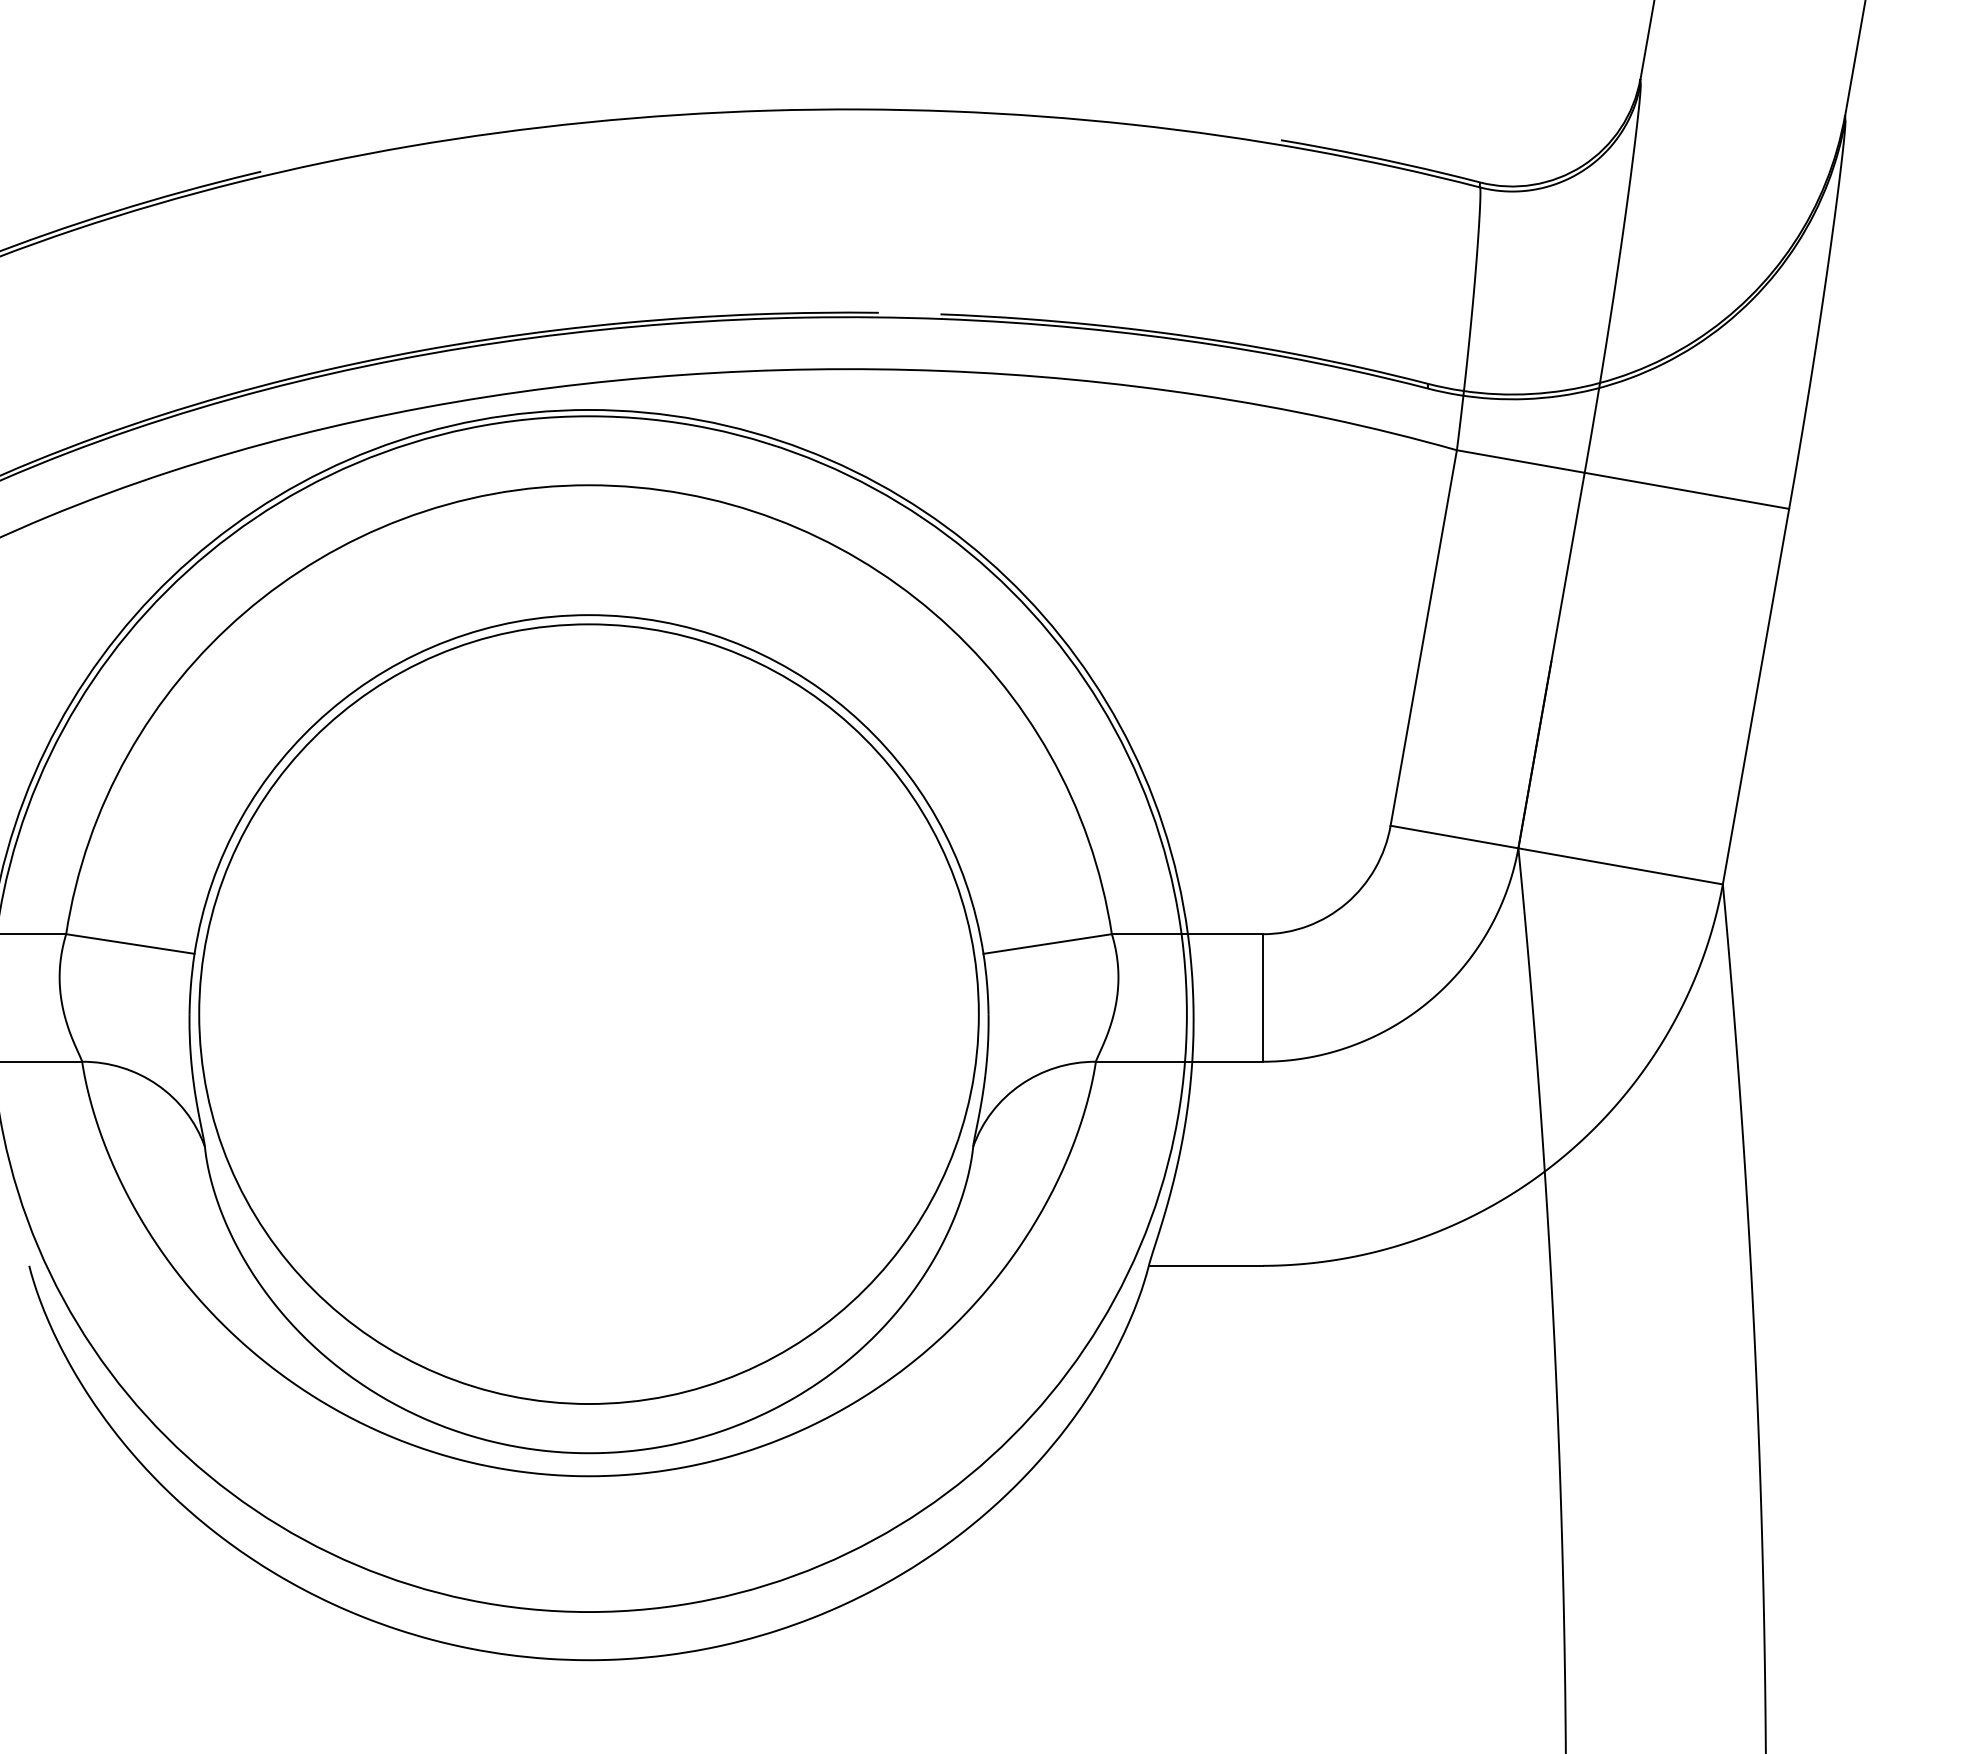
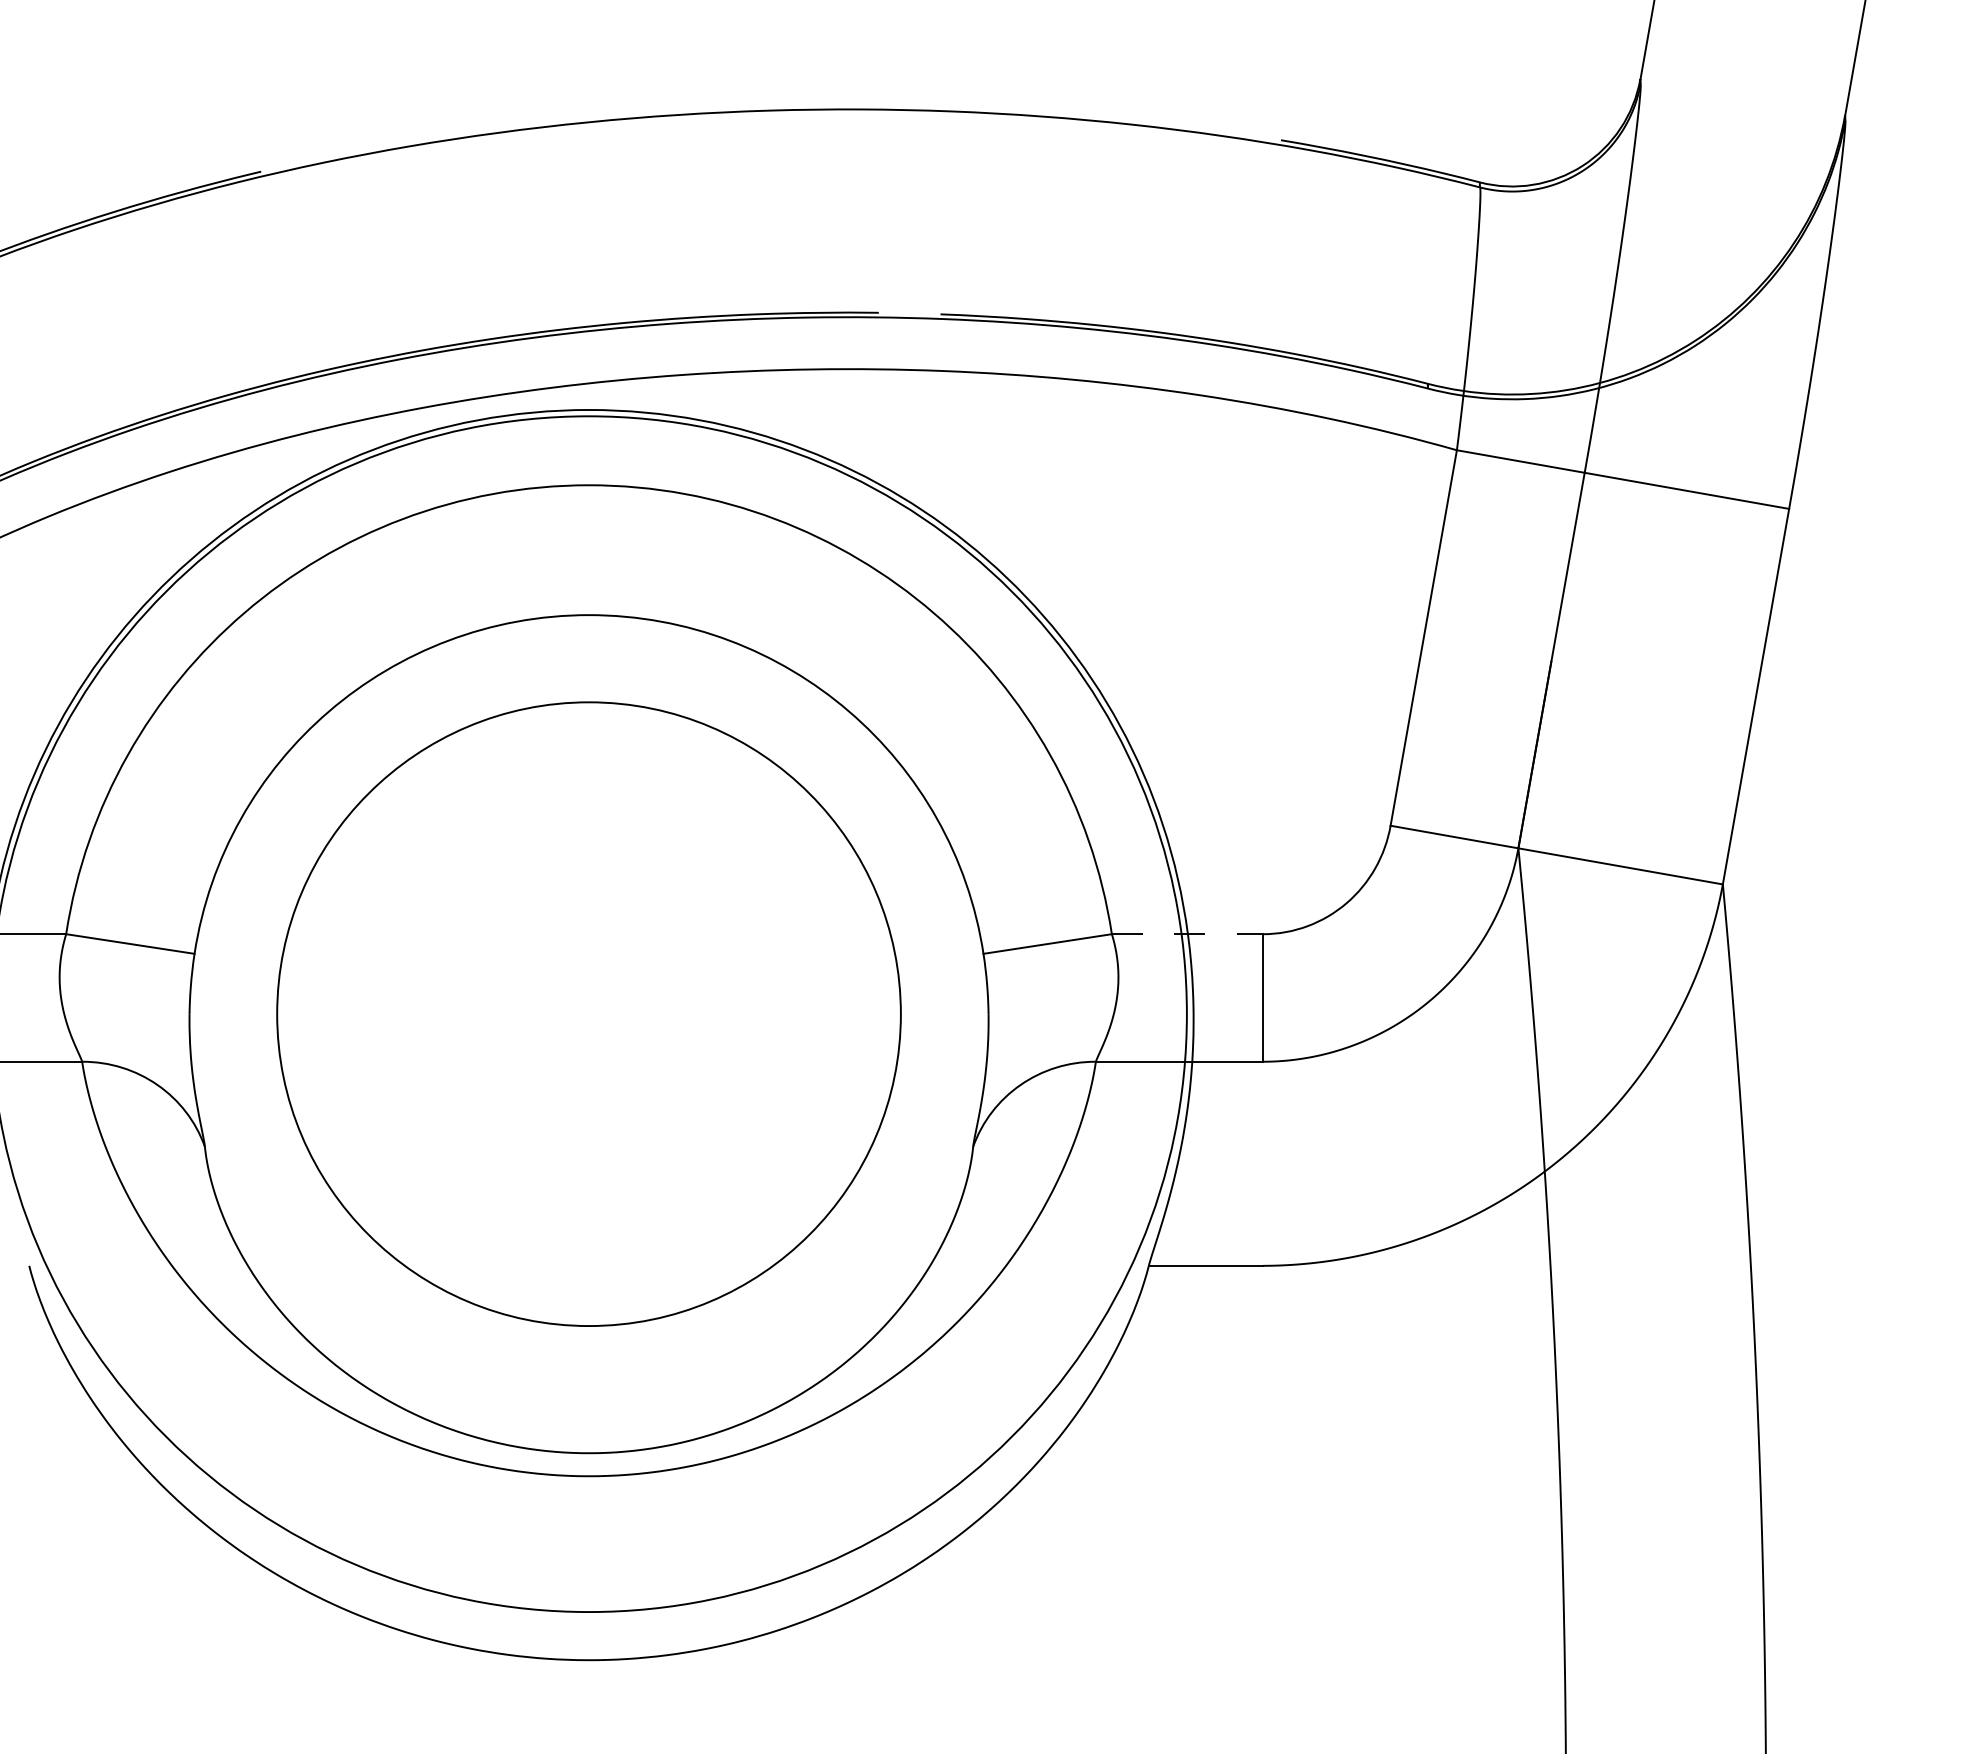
line at (1187, 934): solid -> dashed
circle at (588, 1014) diameter: 780 px -> 624 px
